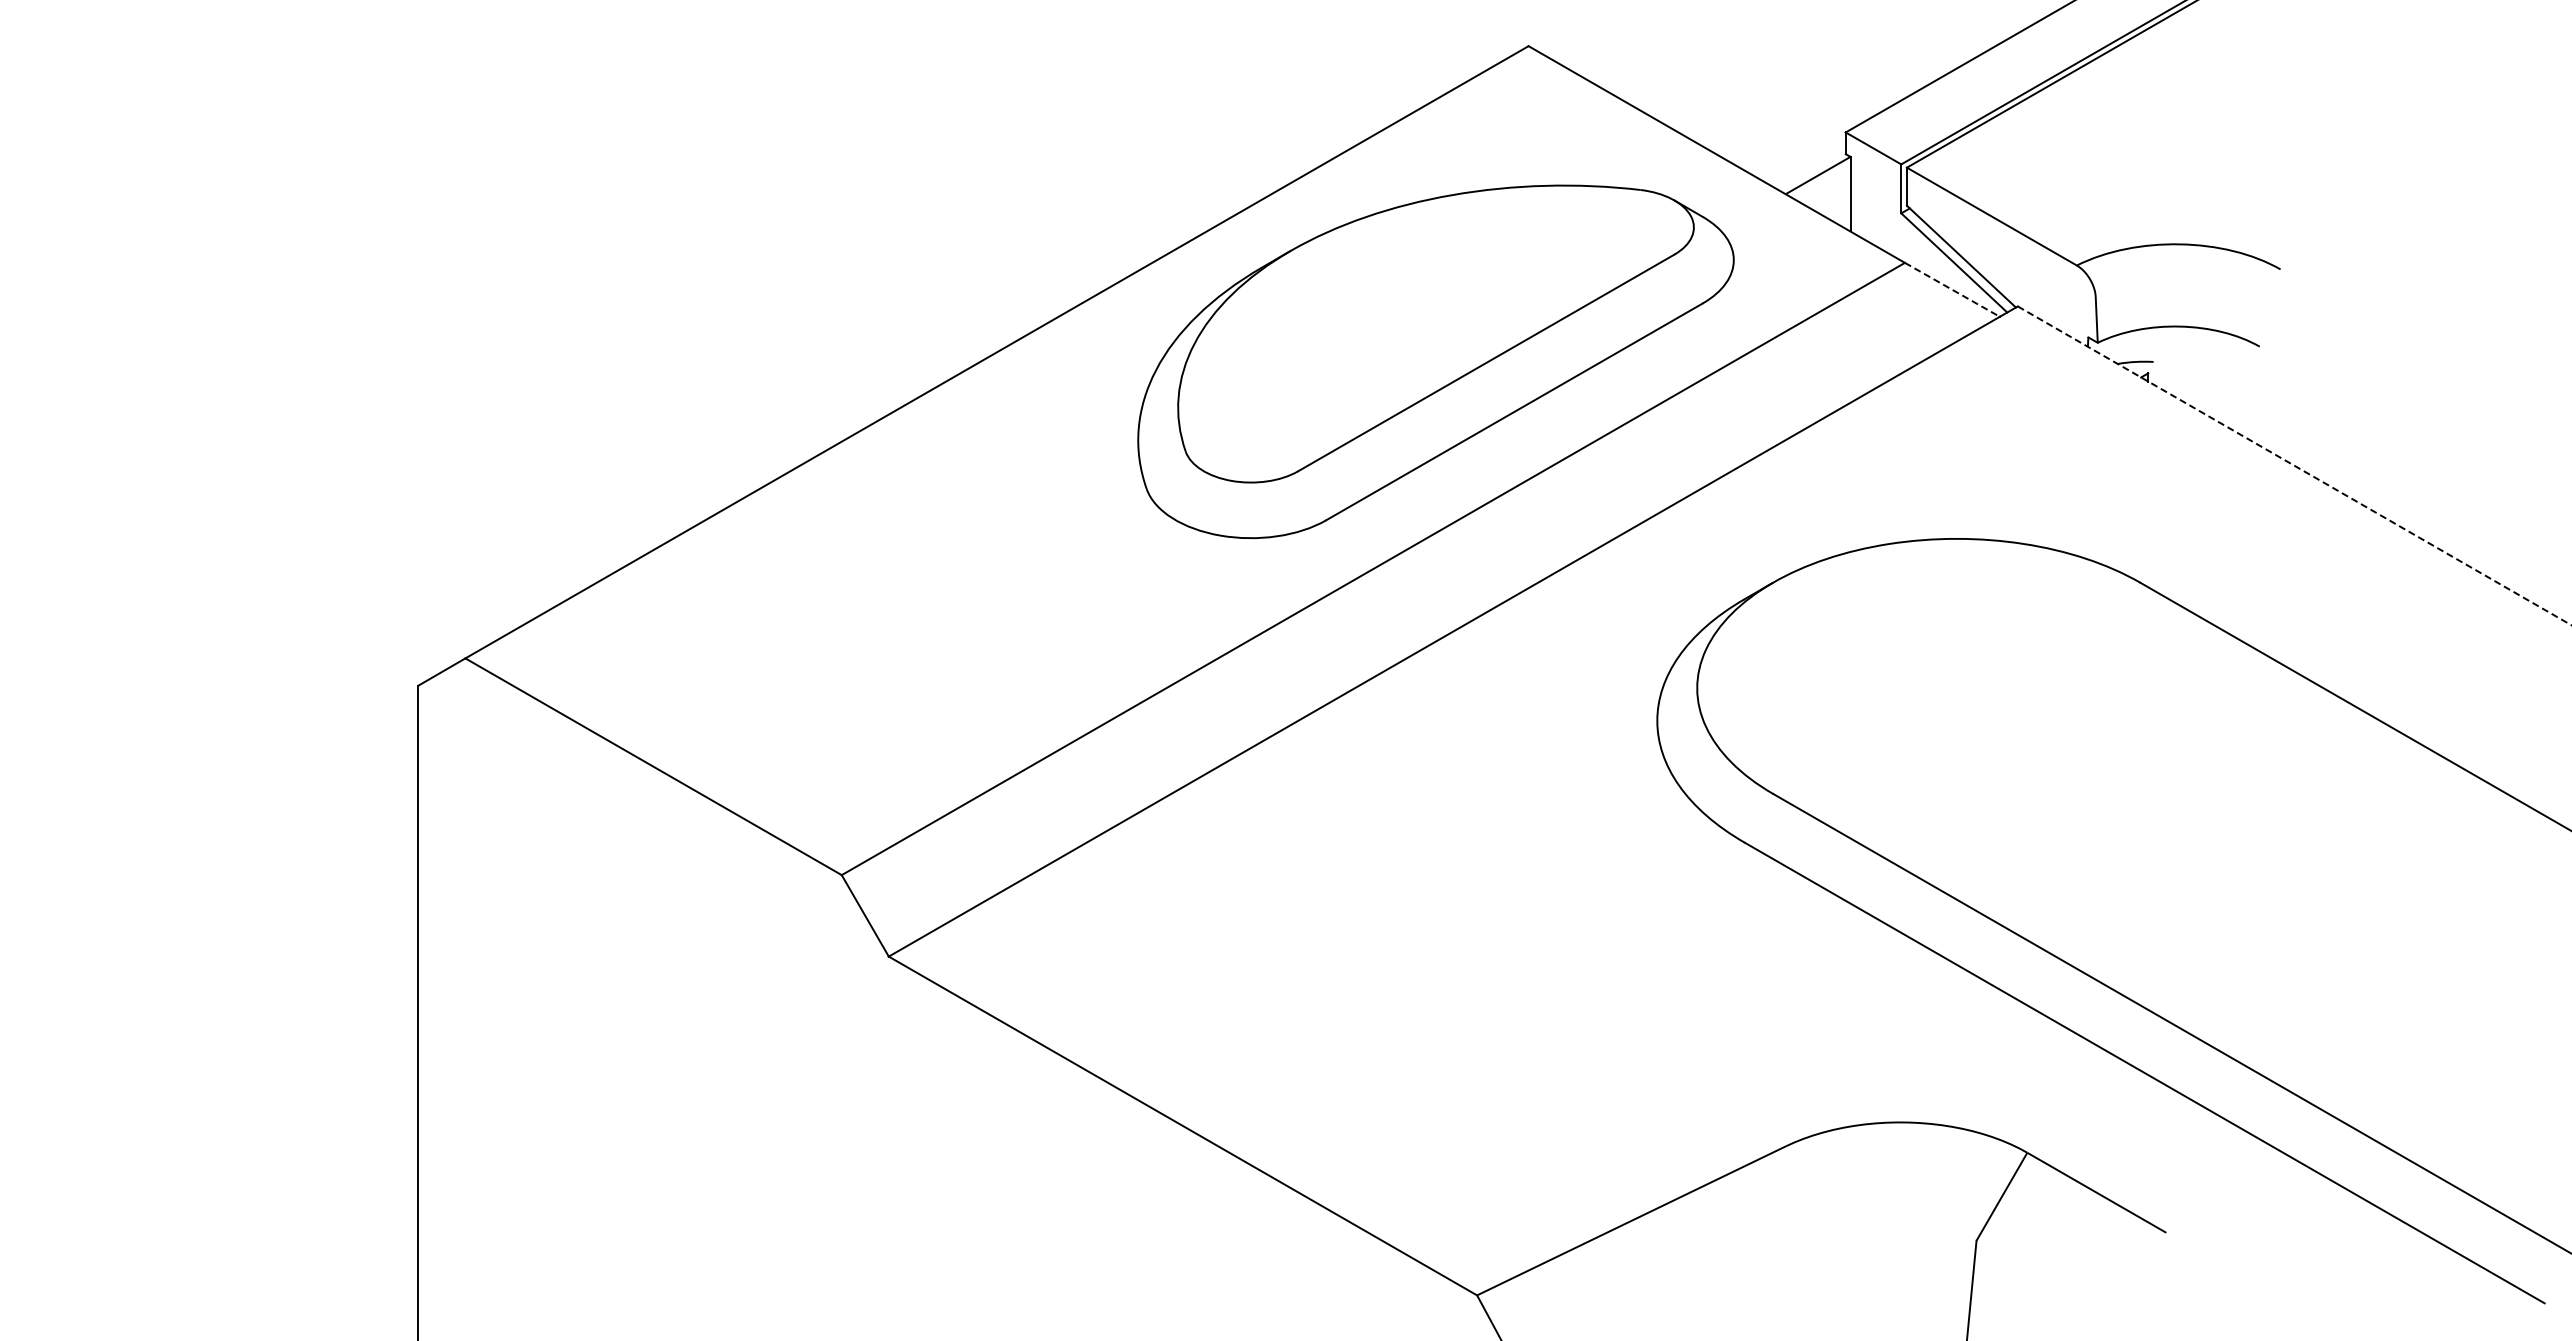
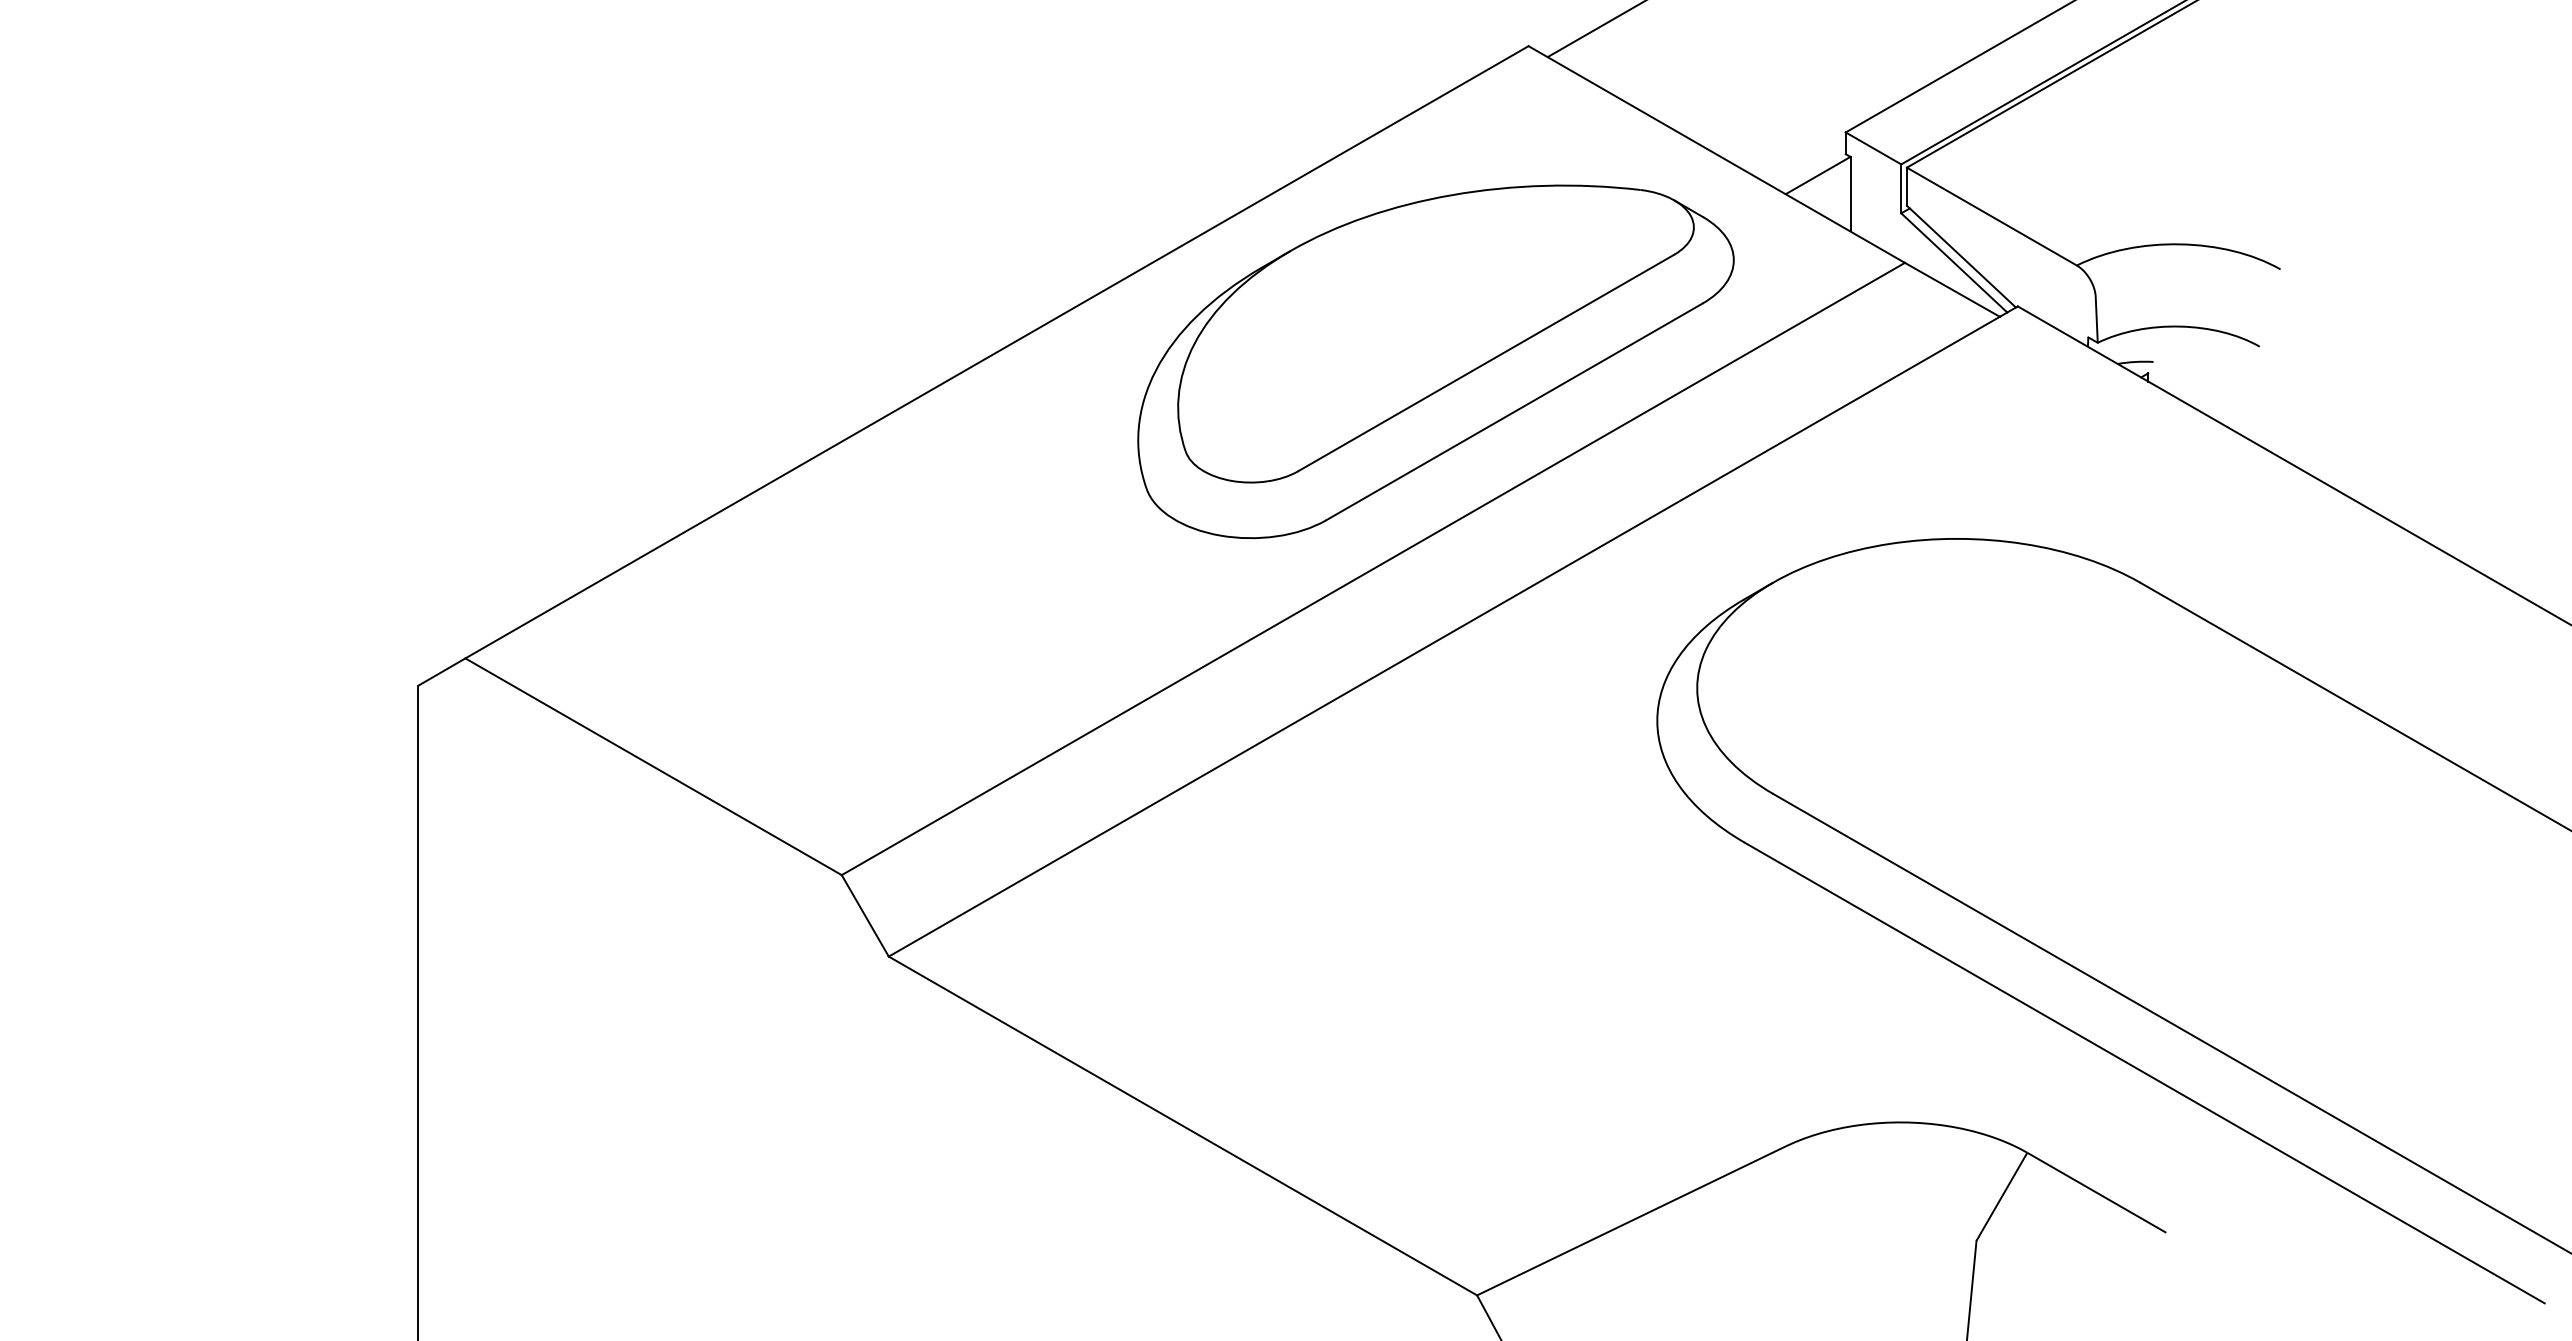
line at (1595, 29): none -> present
line at (1952, 289): dashed -> solid
line at (2295, 466): dashed -> solid
